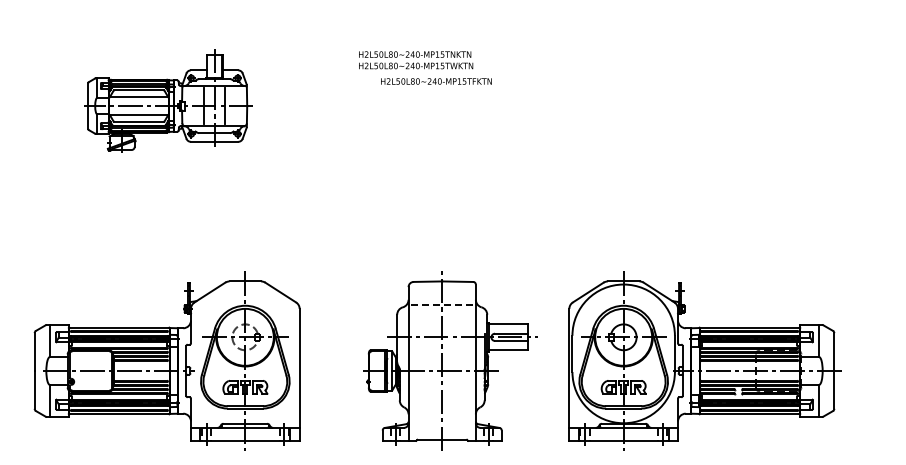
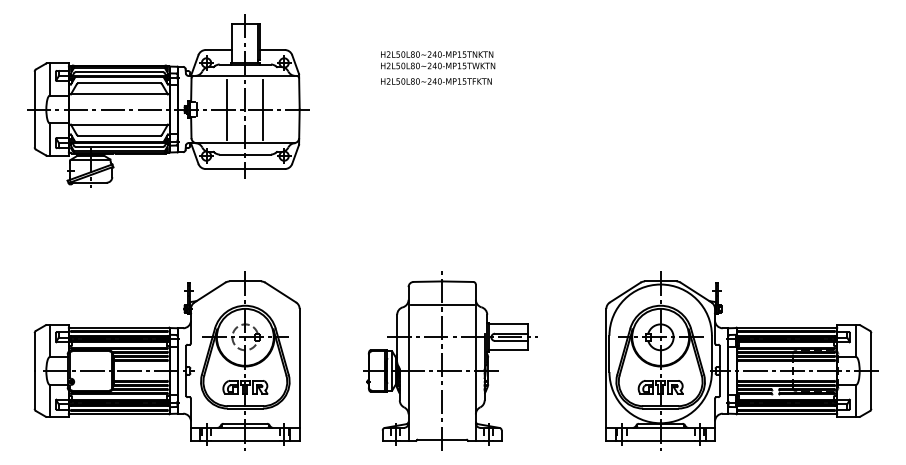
text at (416, 60) position: (416, 60) -> (438, 60)
part at (168, 100) size: 169x104 px -> 283x174 px
line at (442, 304): dashed -> solid
part at (704, 360) position: (704, 360) -> (741, 360)
